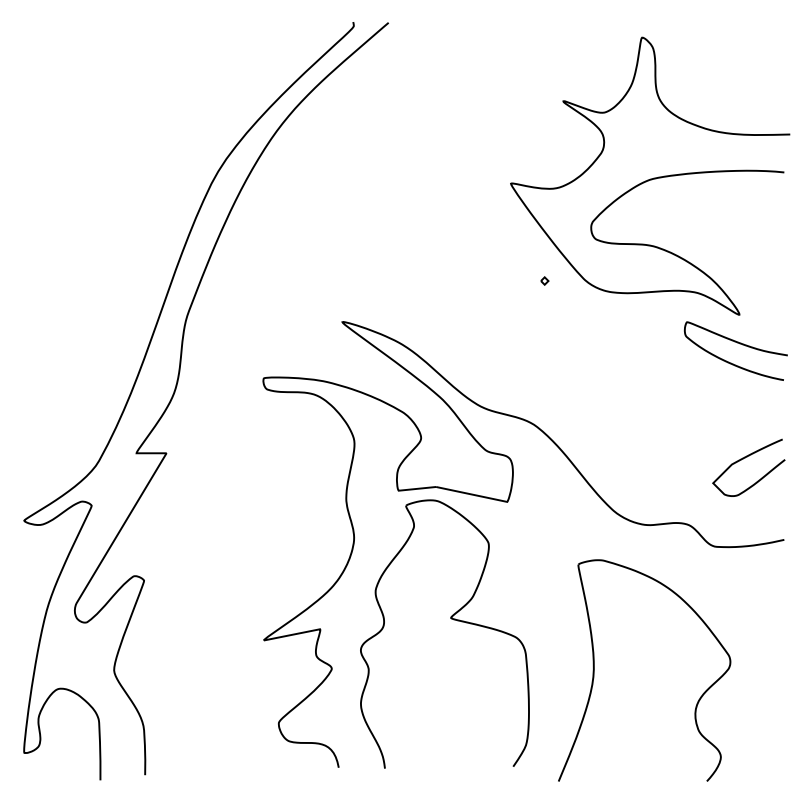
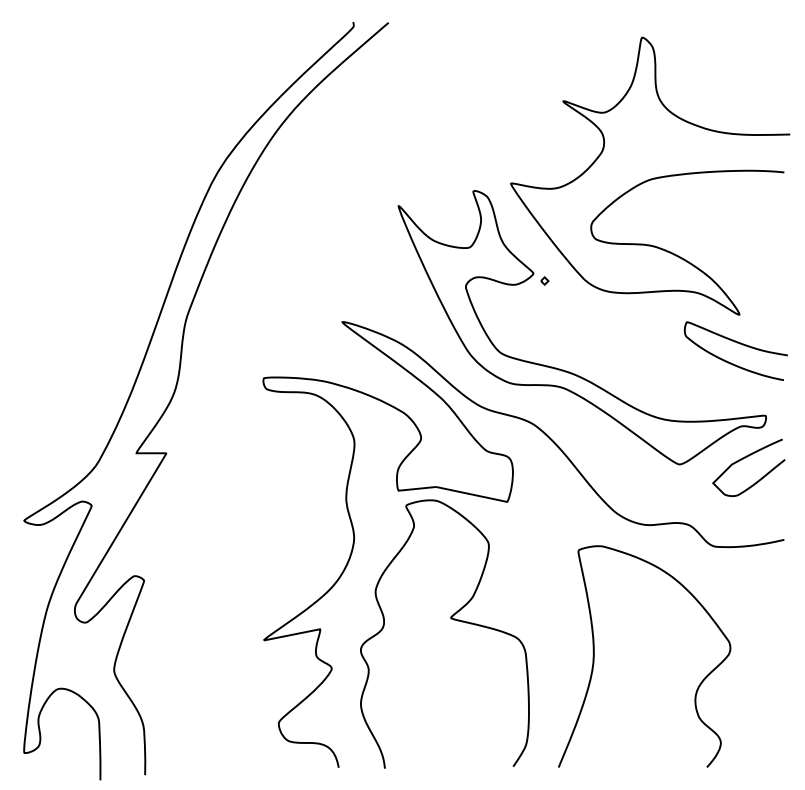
part at (566, 370): none -> present
part at (594, 670) position: (594, 670) -> (594, 656)
